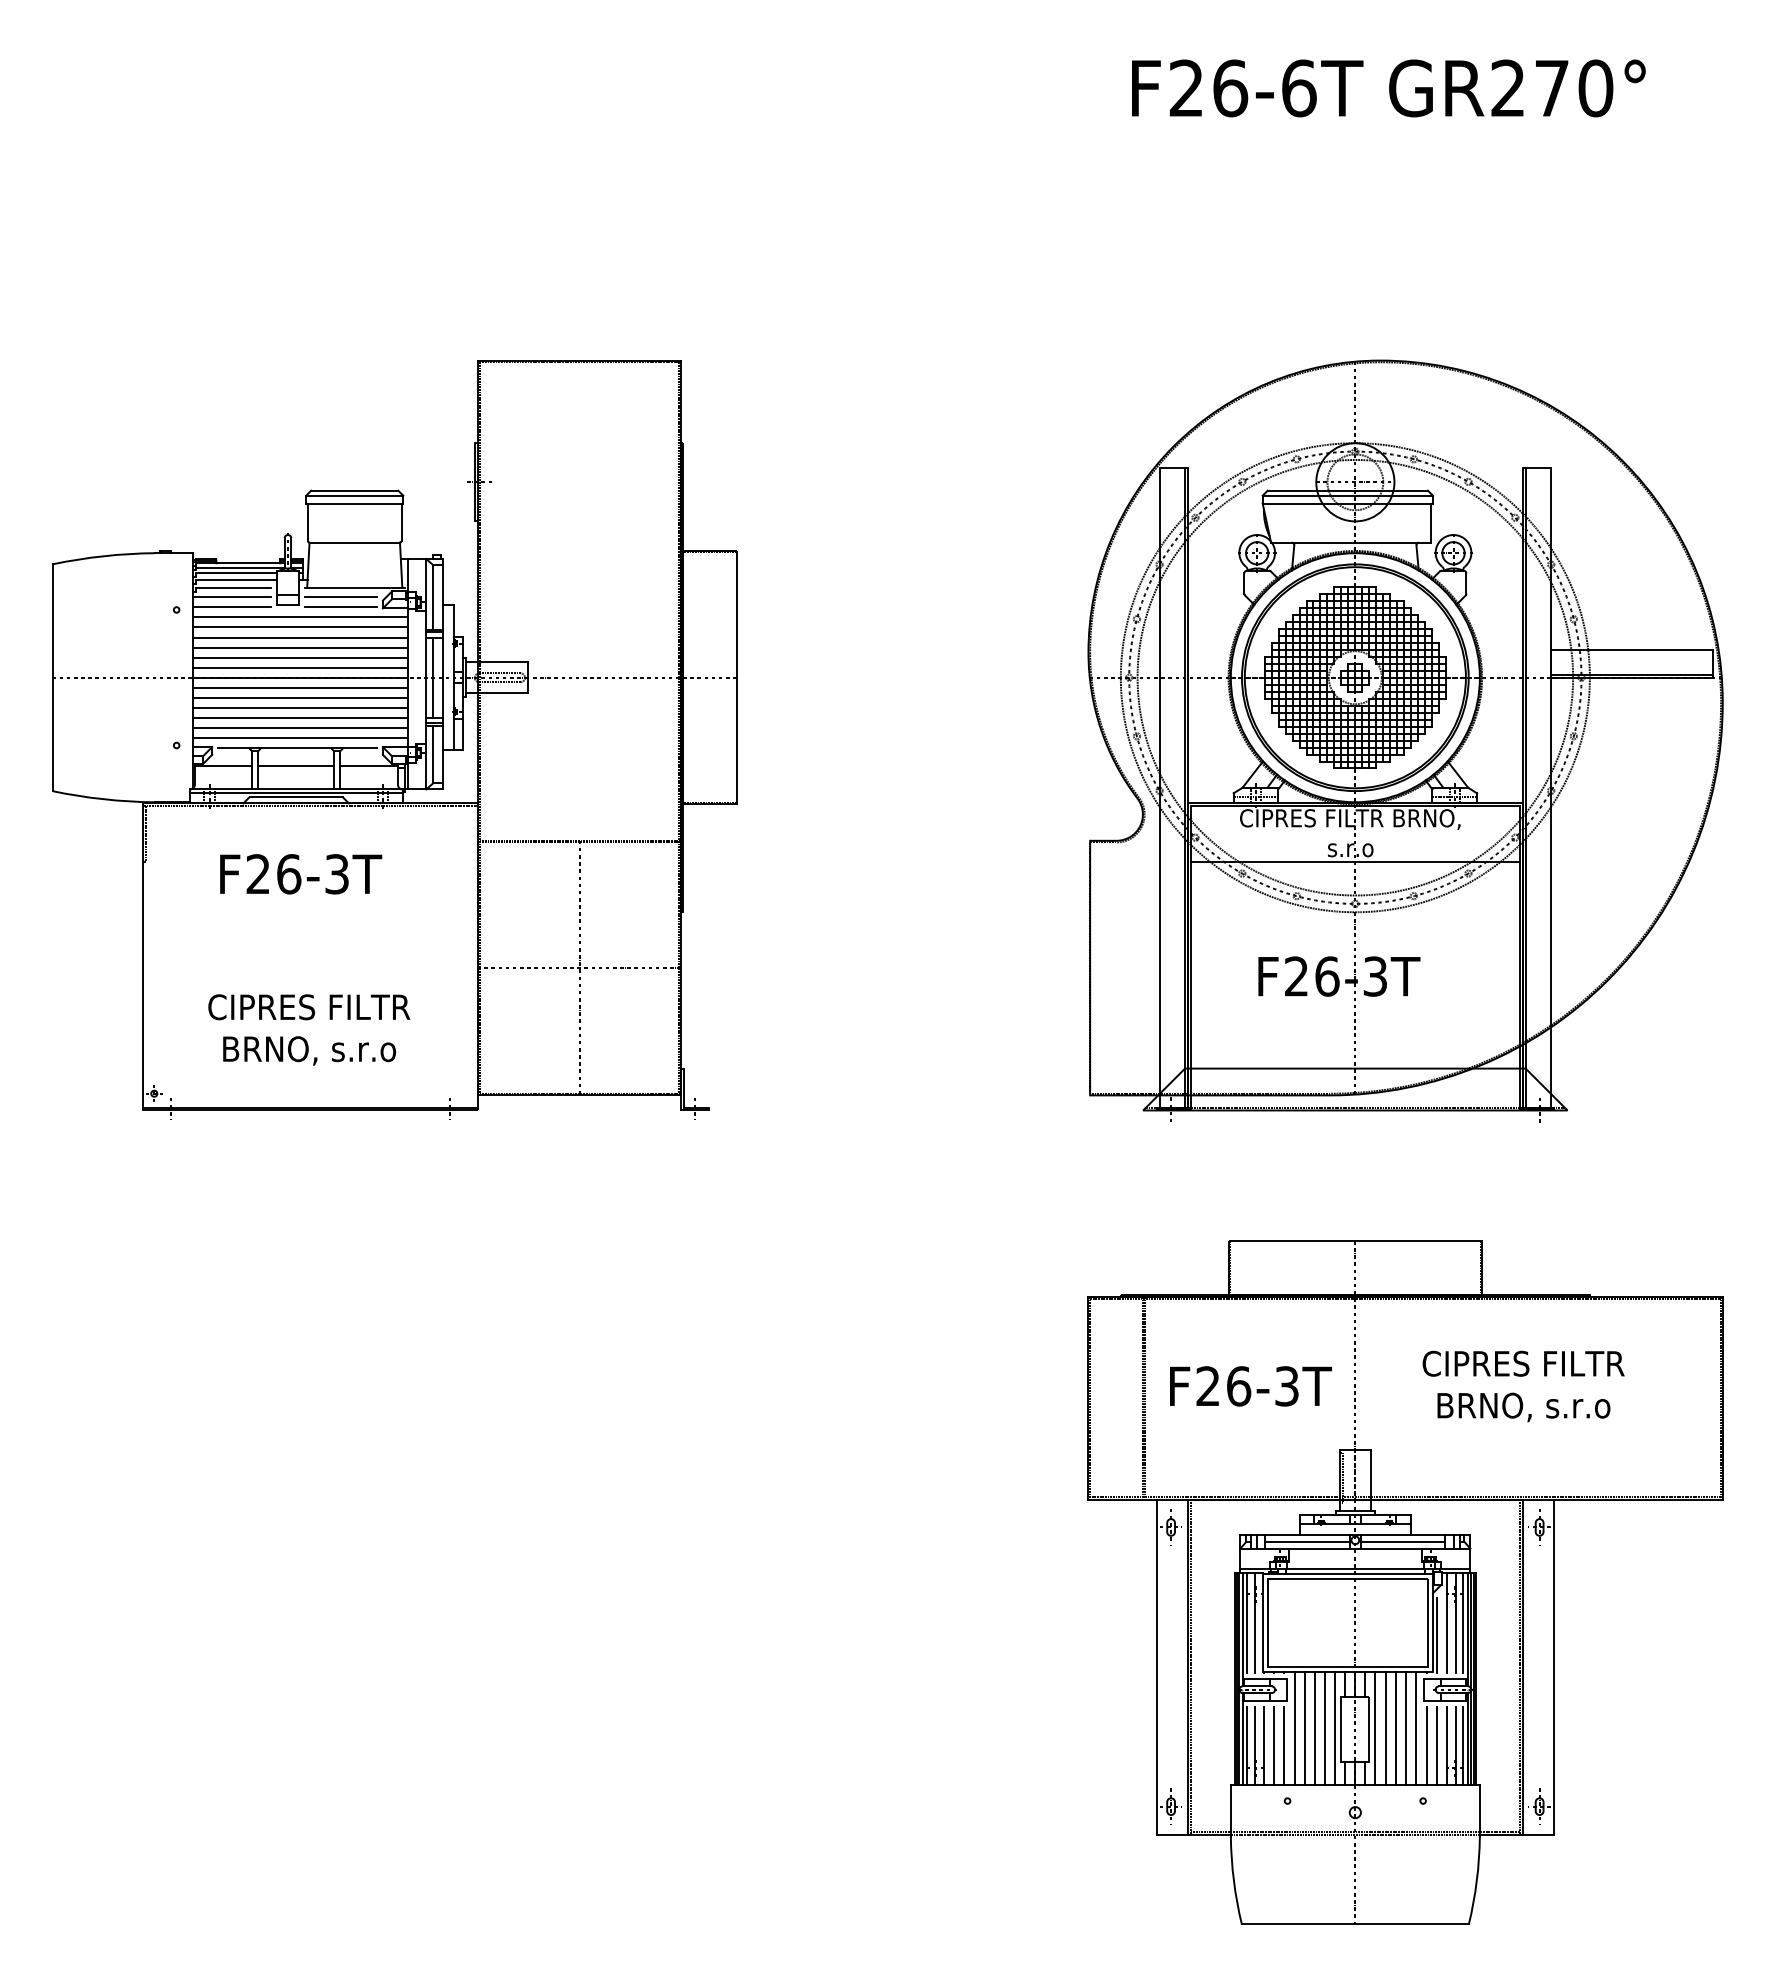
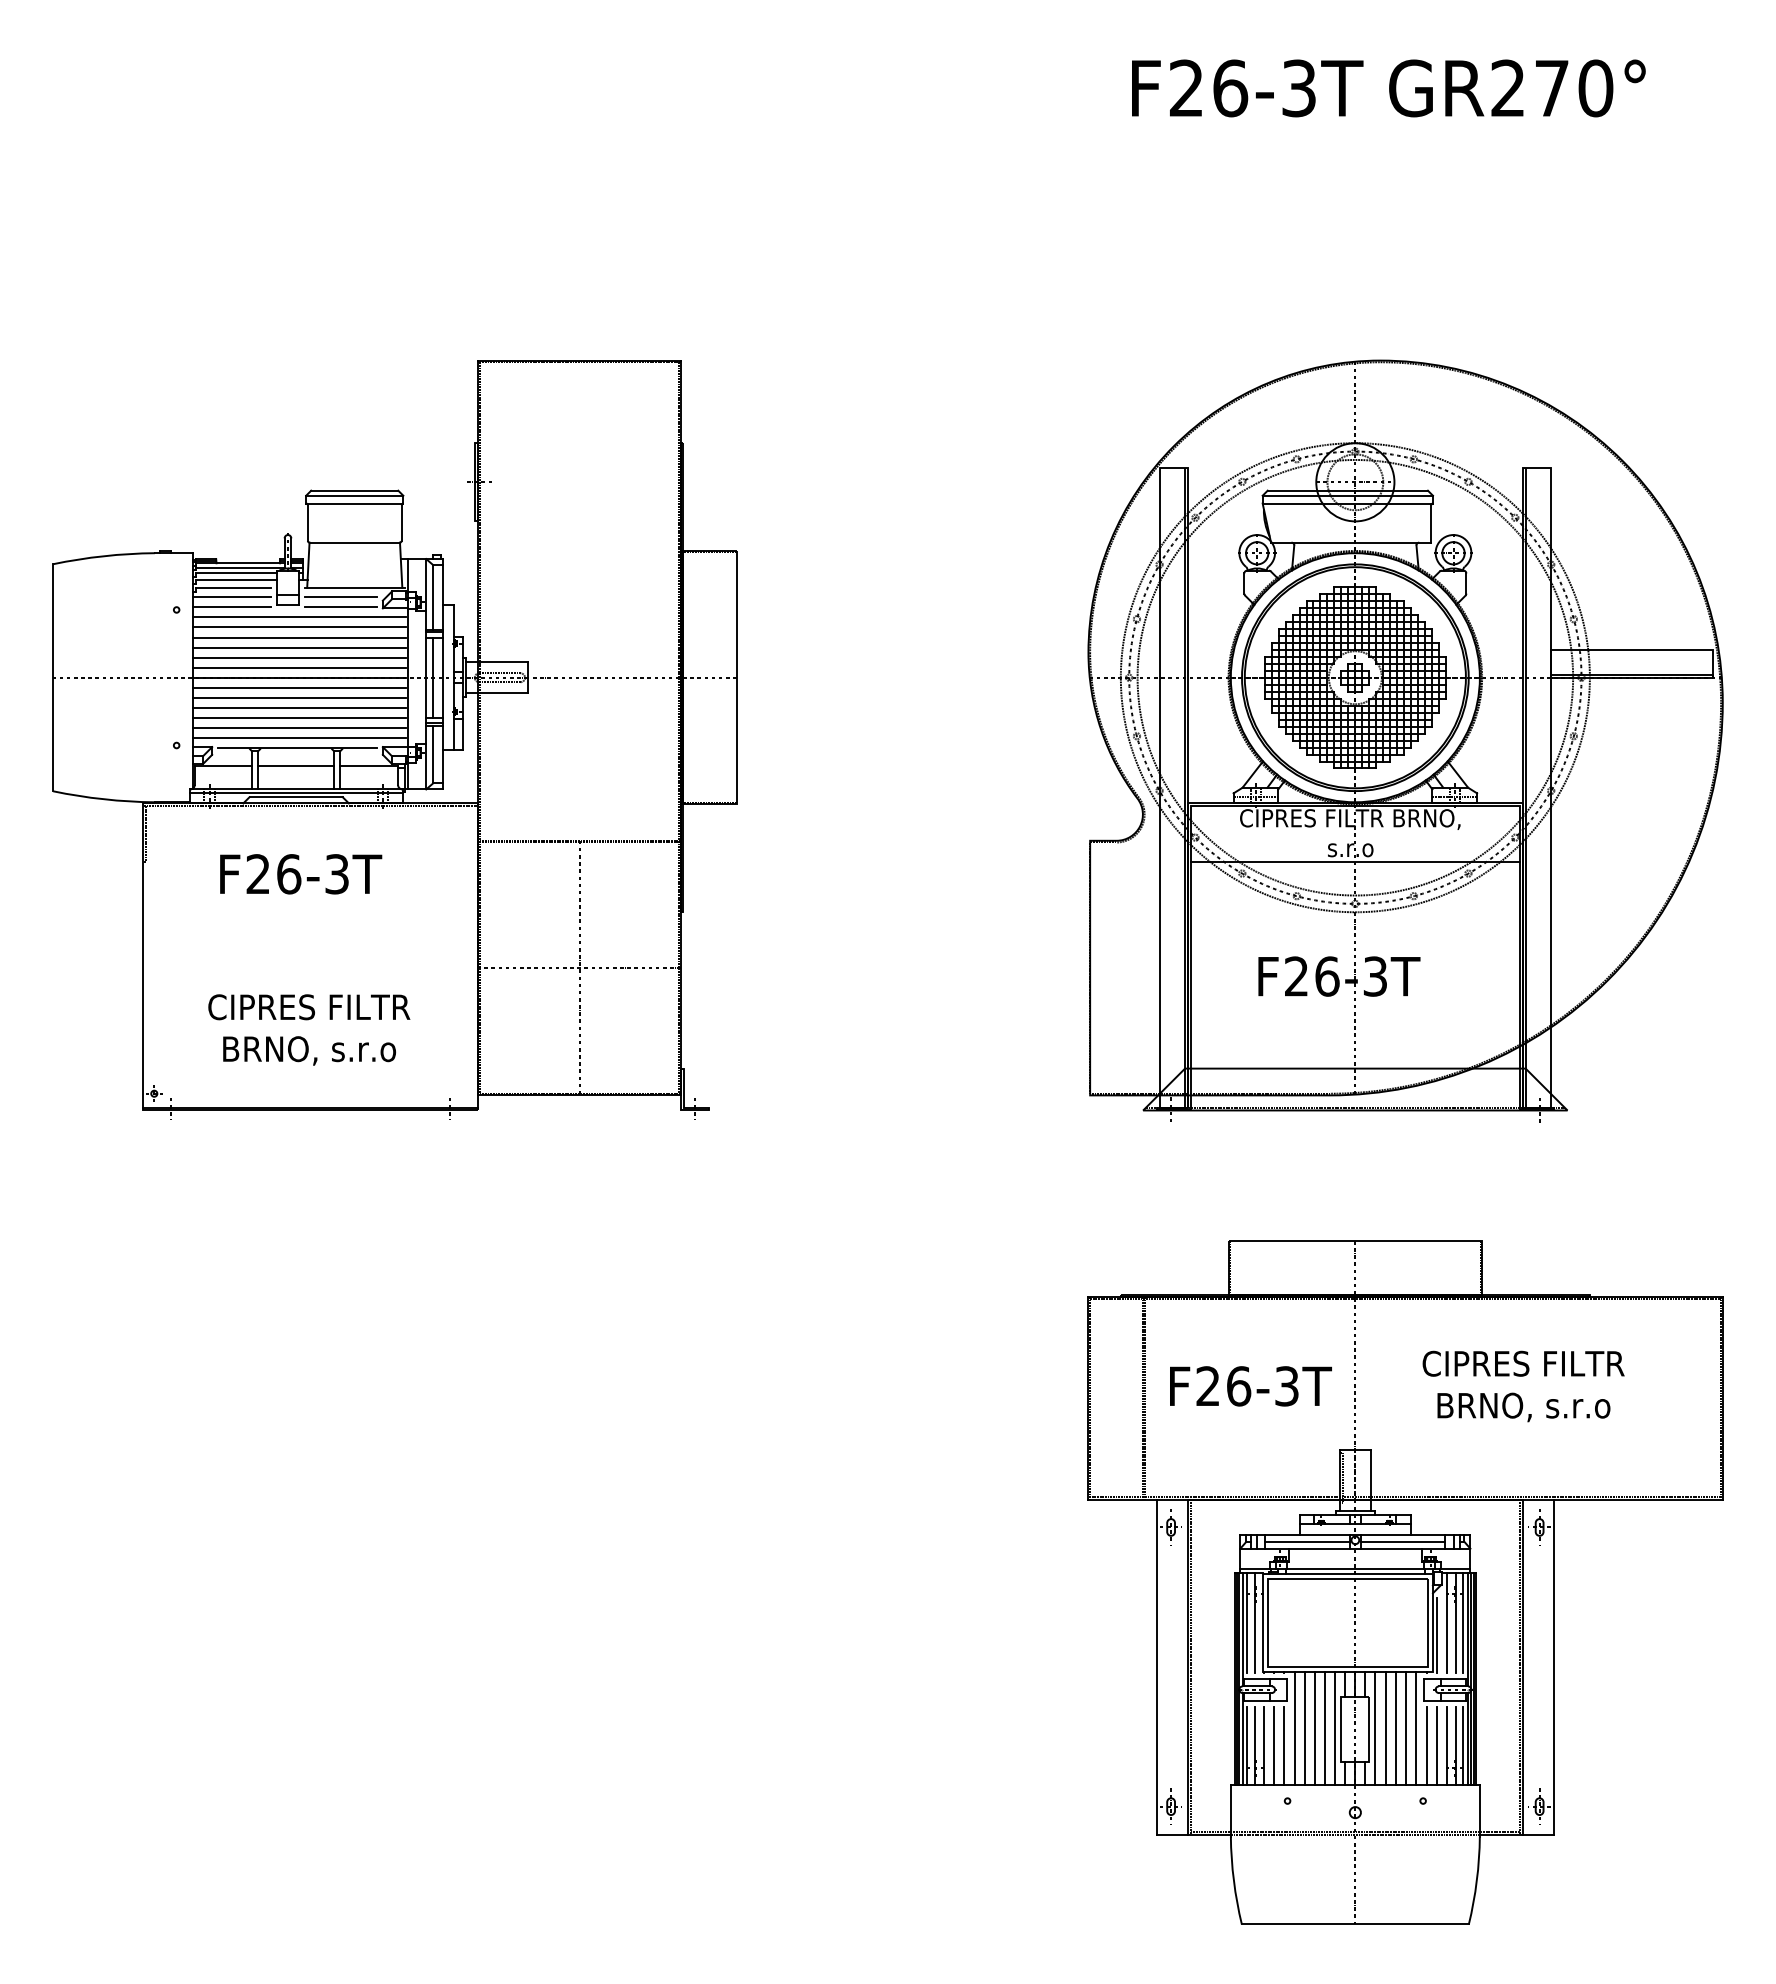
text at (1299, 88): F26-6T -> F26-3T
